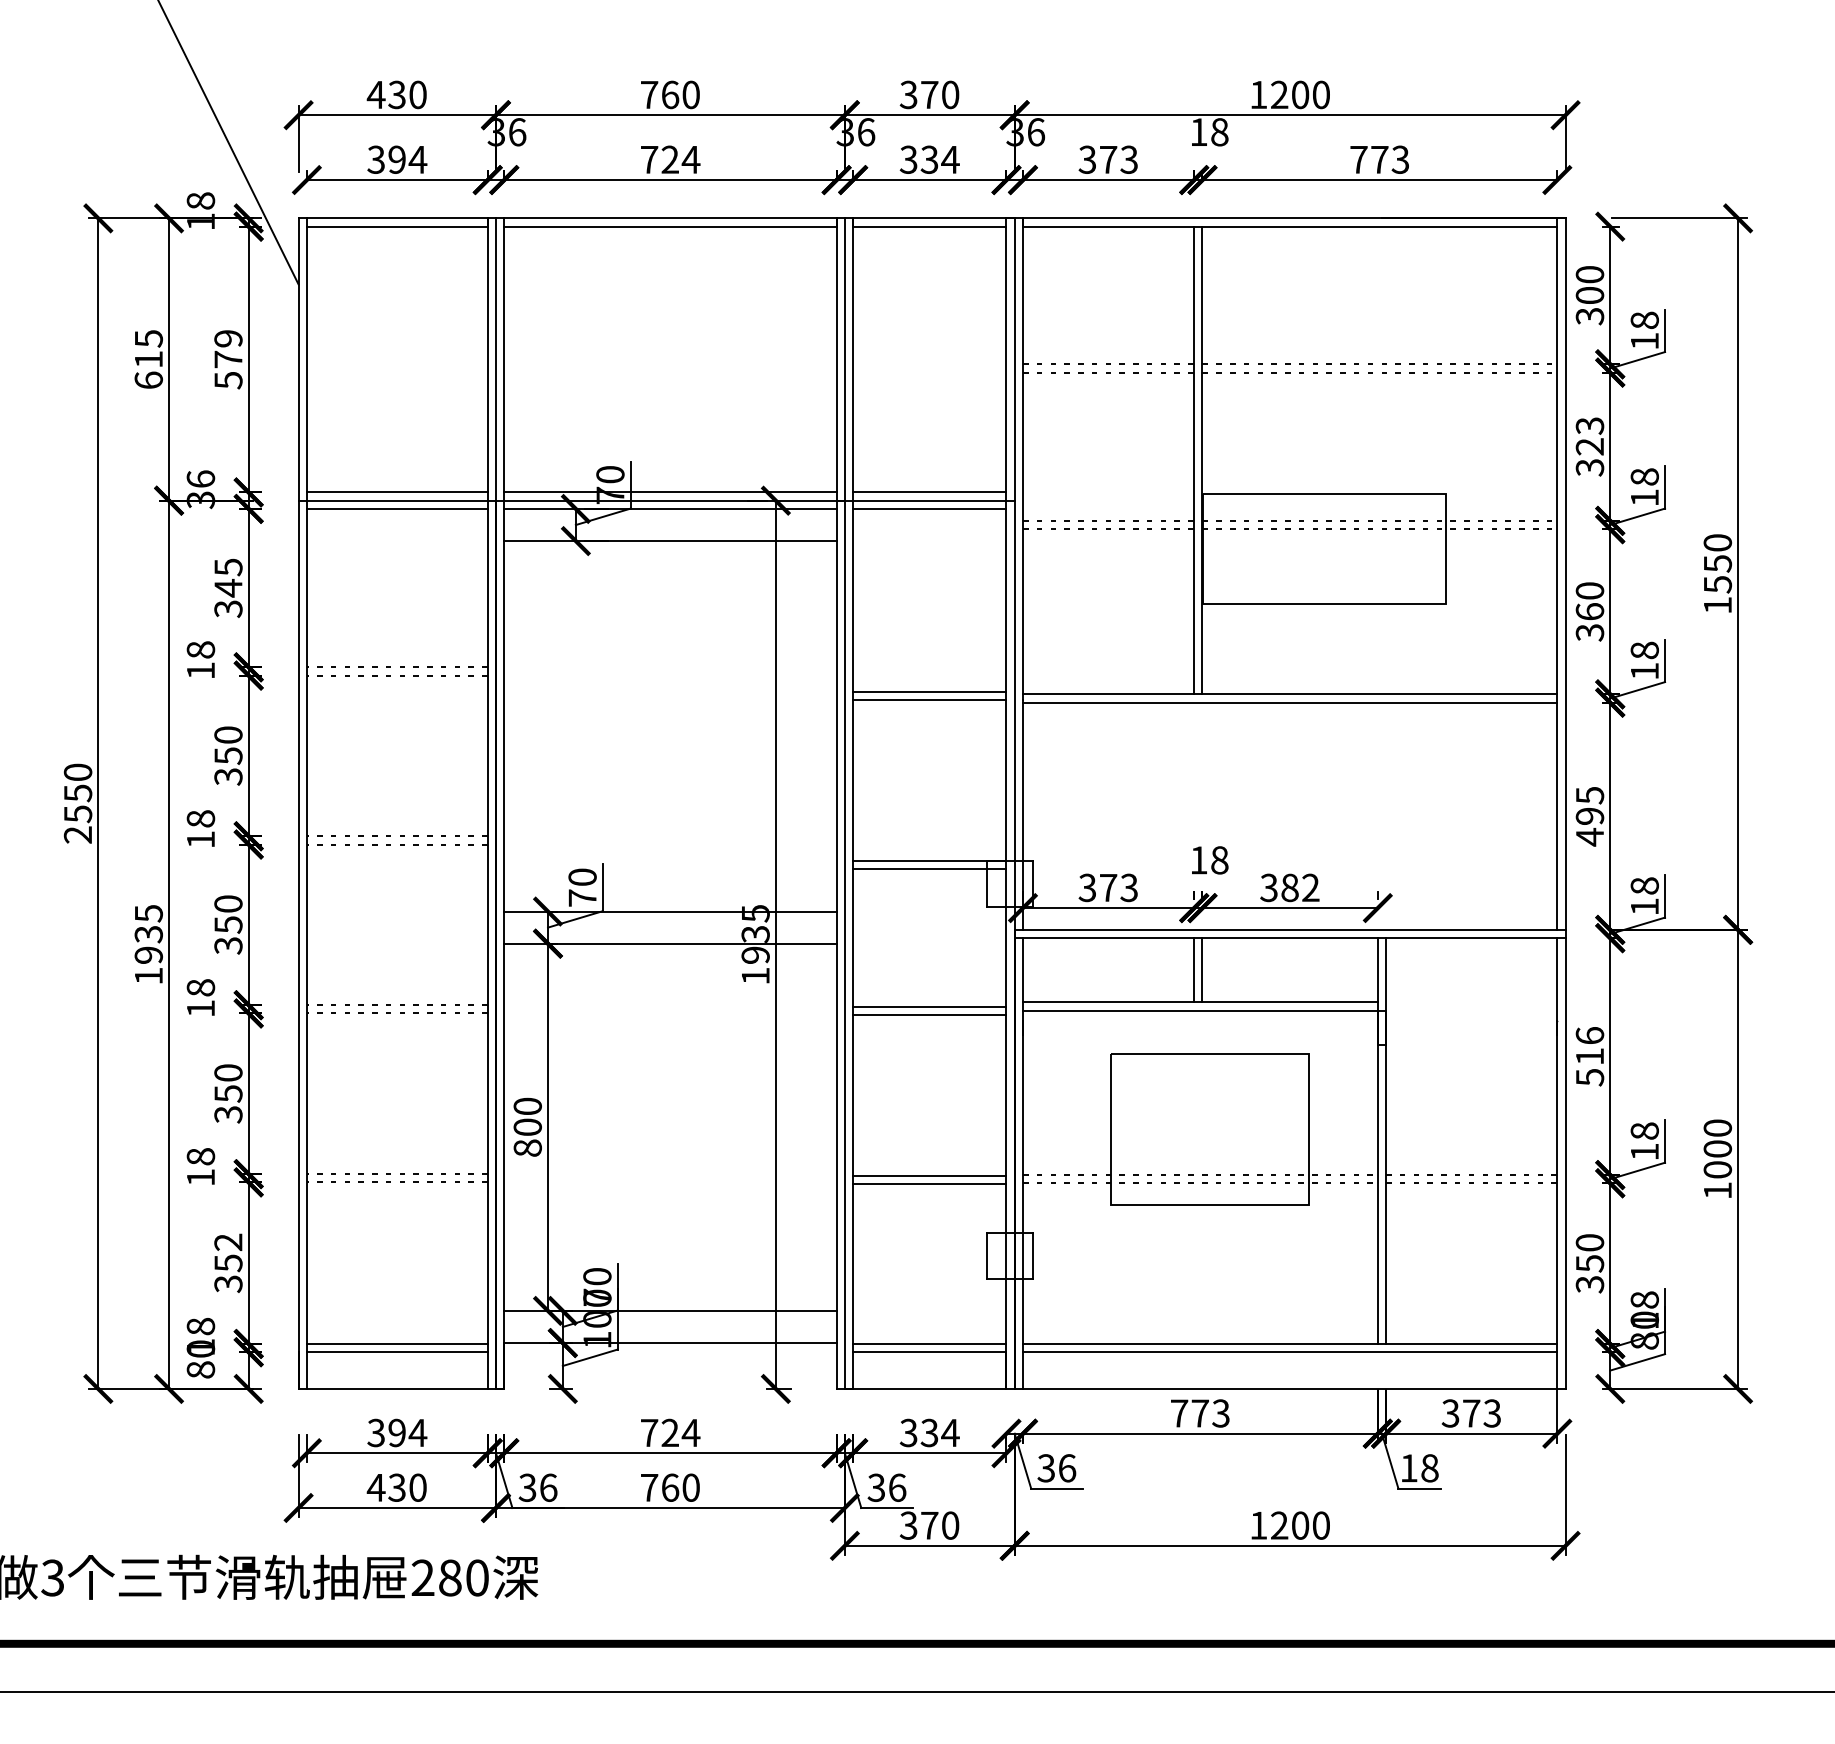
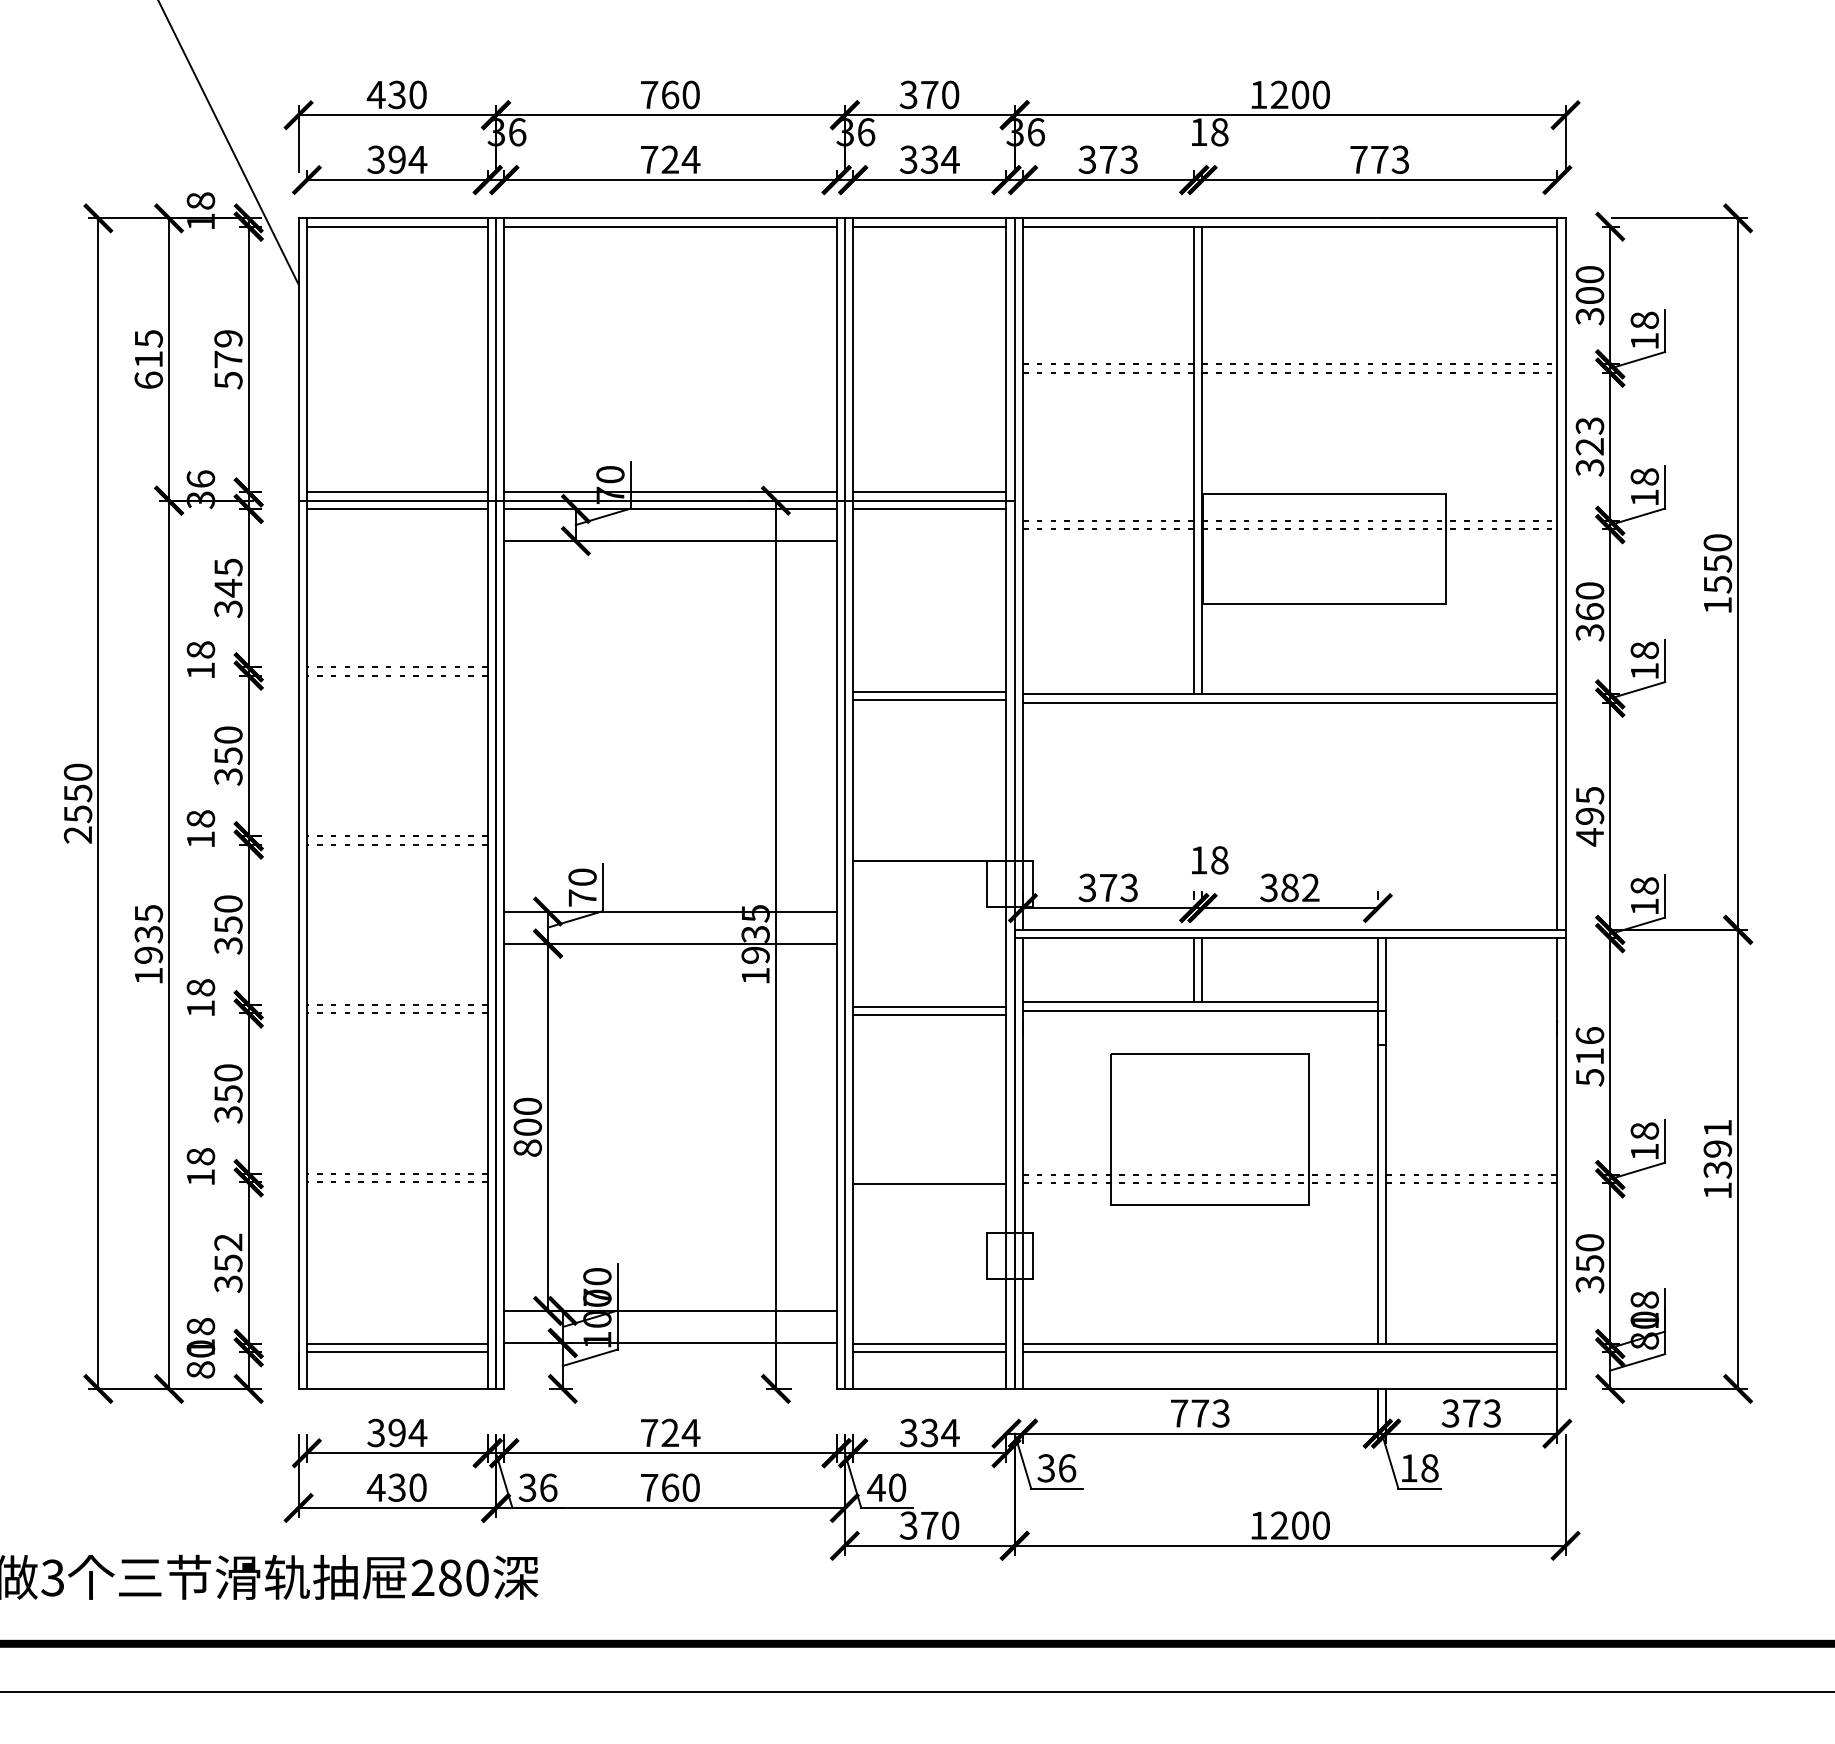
line at (929, 869): present -> none
text at (1717, 1148): 1000 -> 1391
line at (929, 1175): present -> none
text at (886, 1487): 36 -> 40
